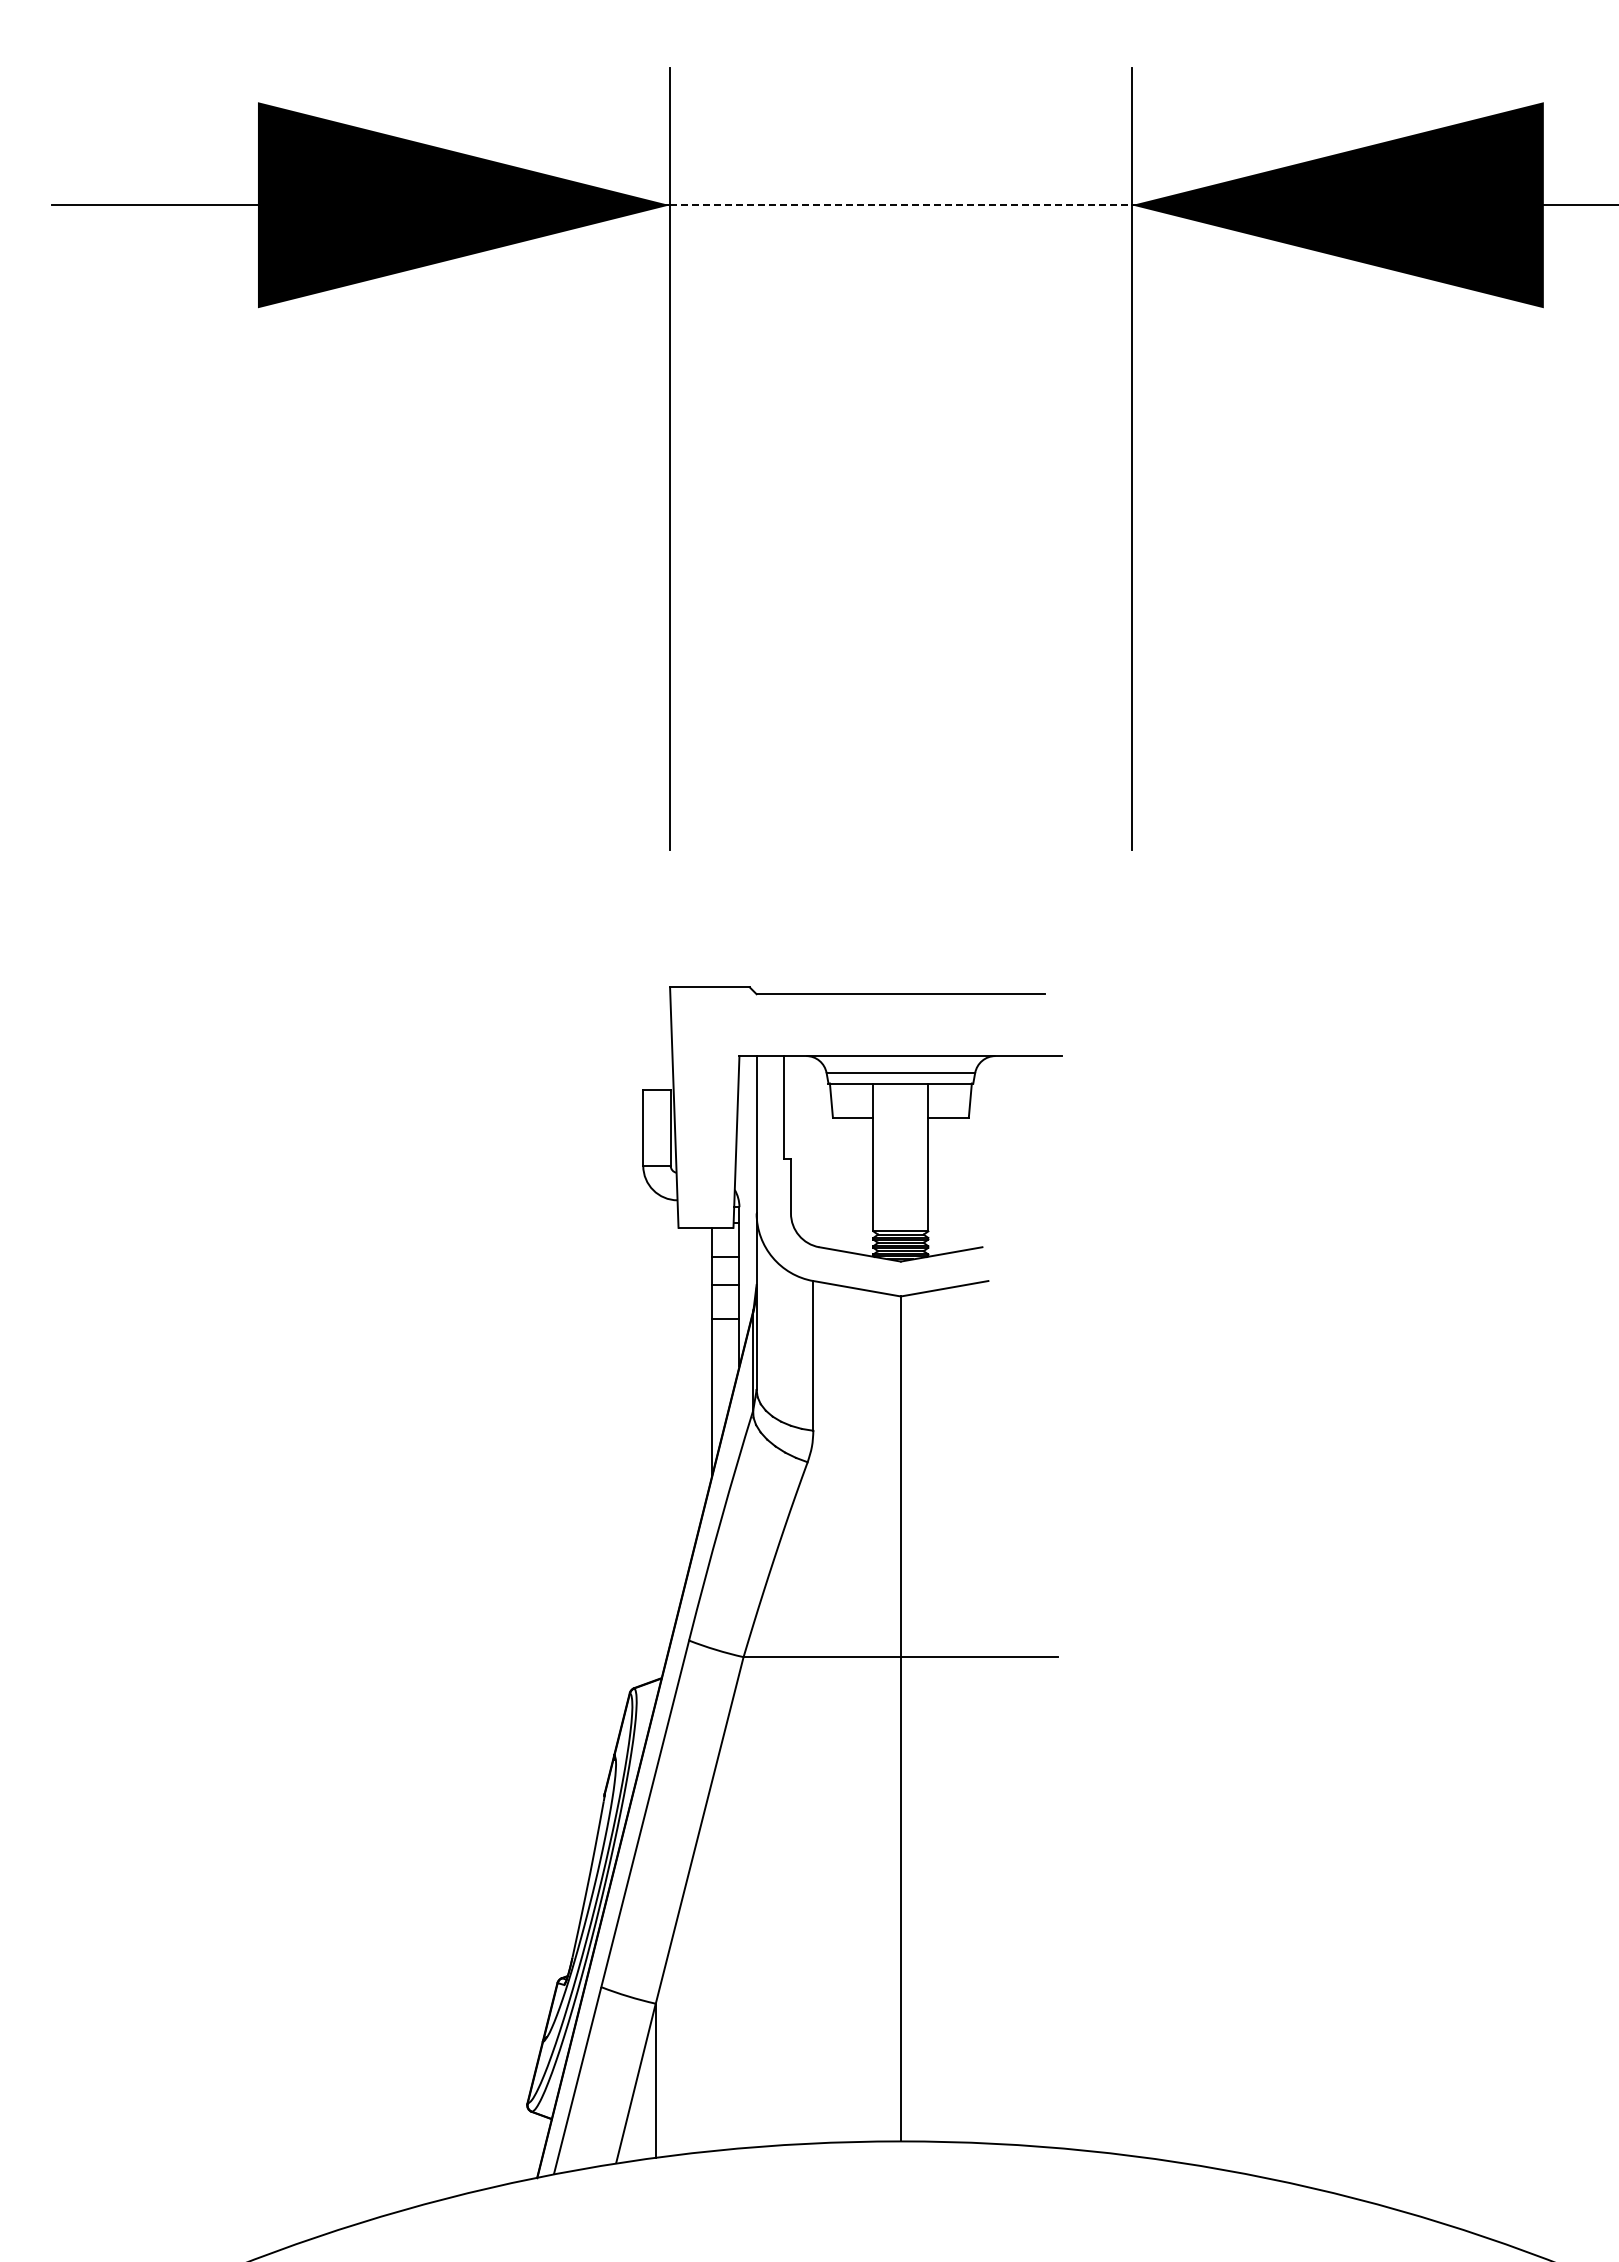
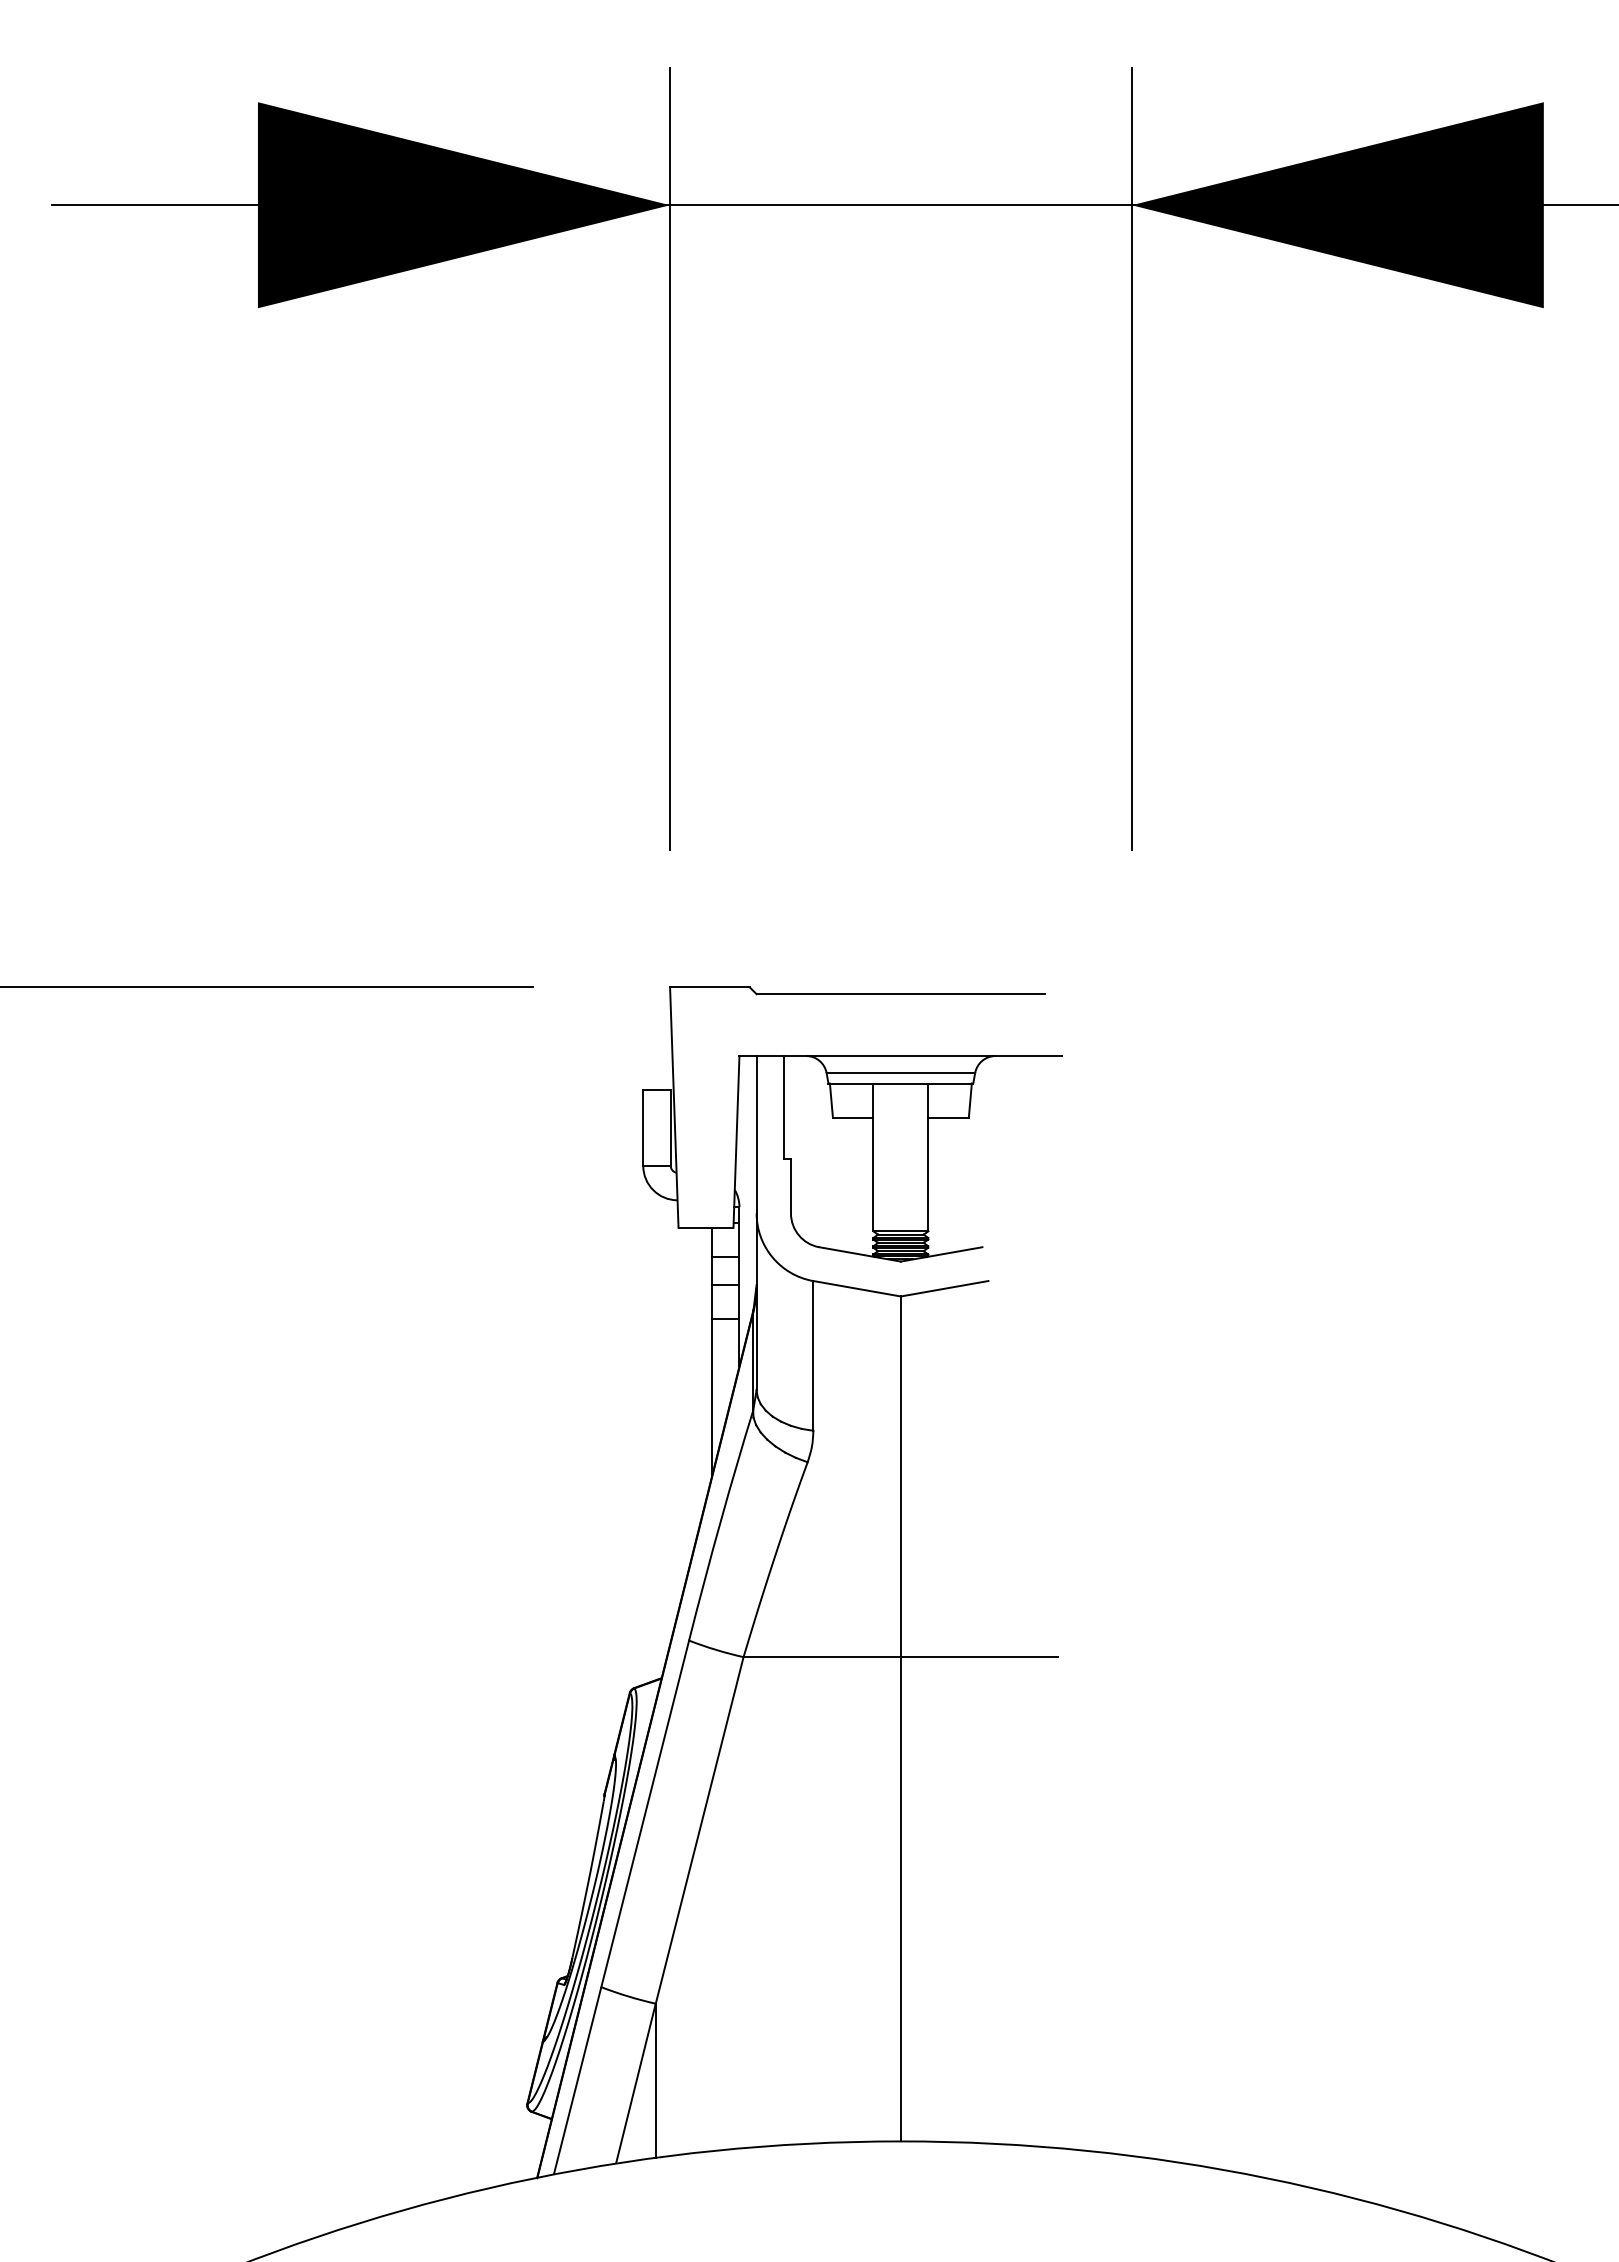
line at (900, 205): dashed -> solid
line at (267, 987): none -> present
